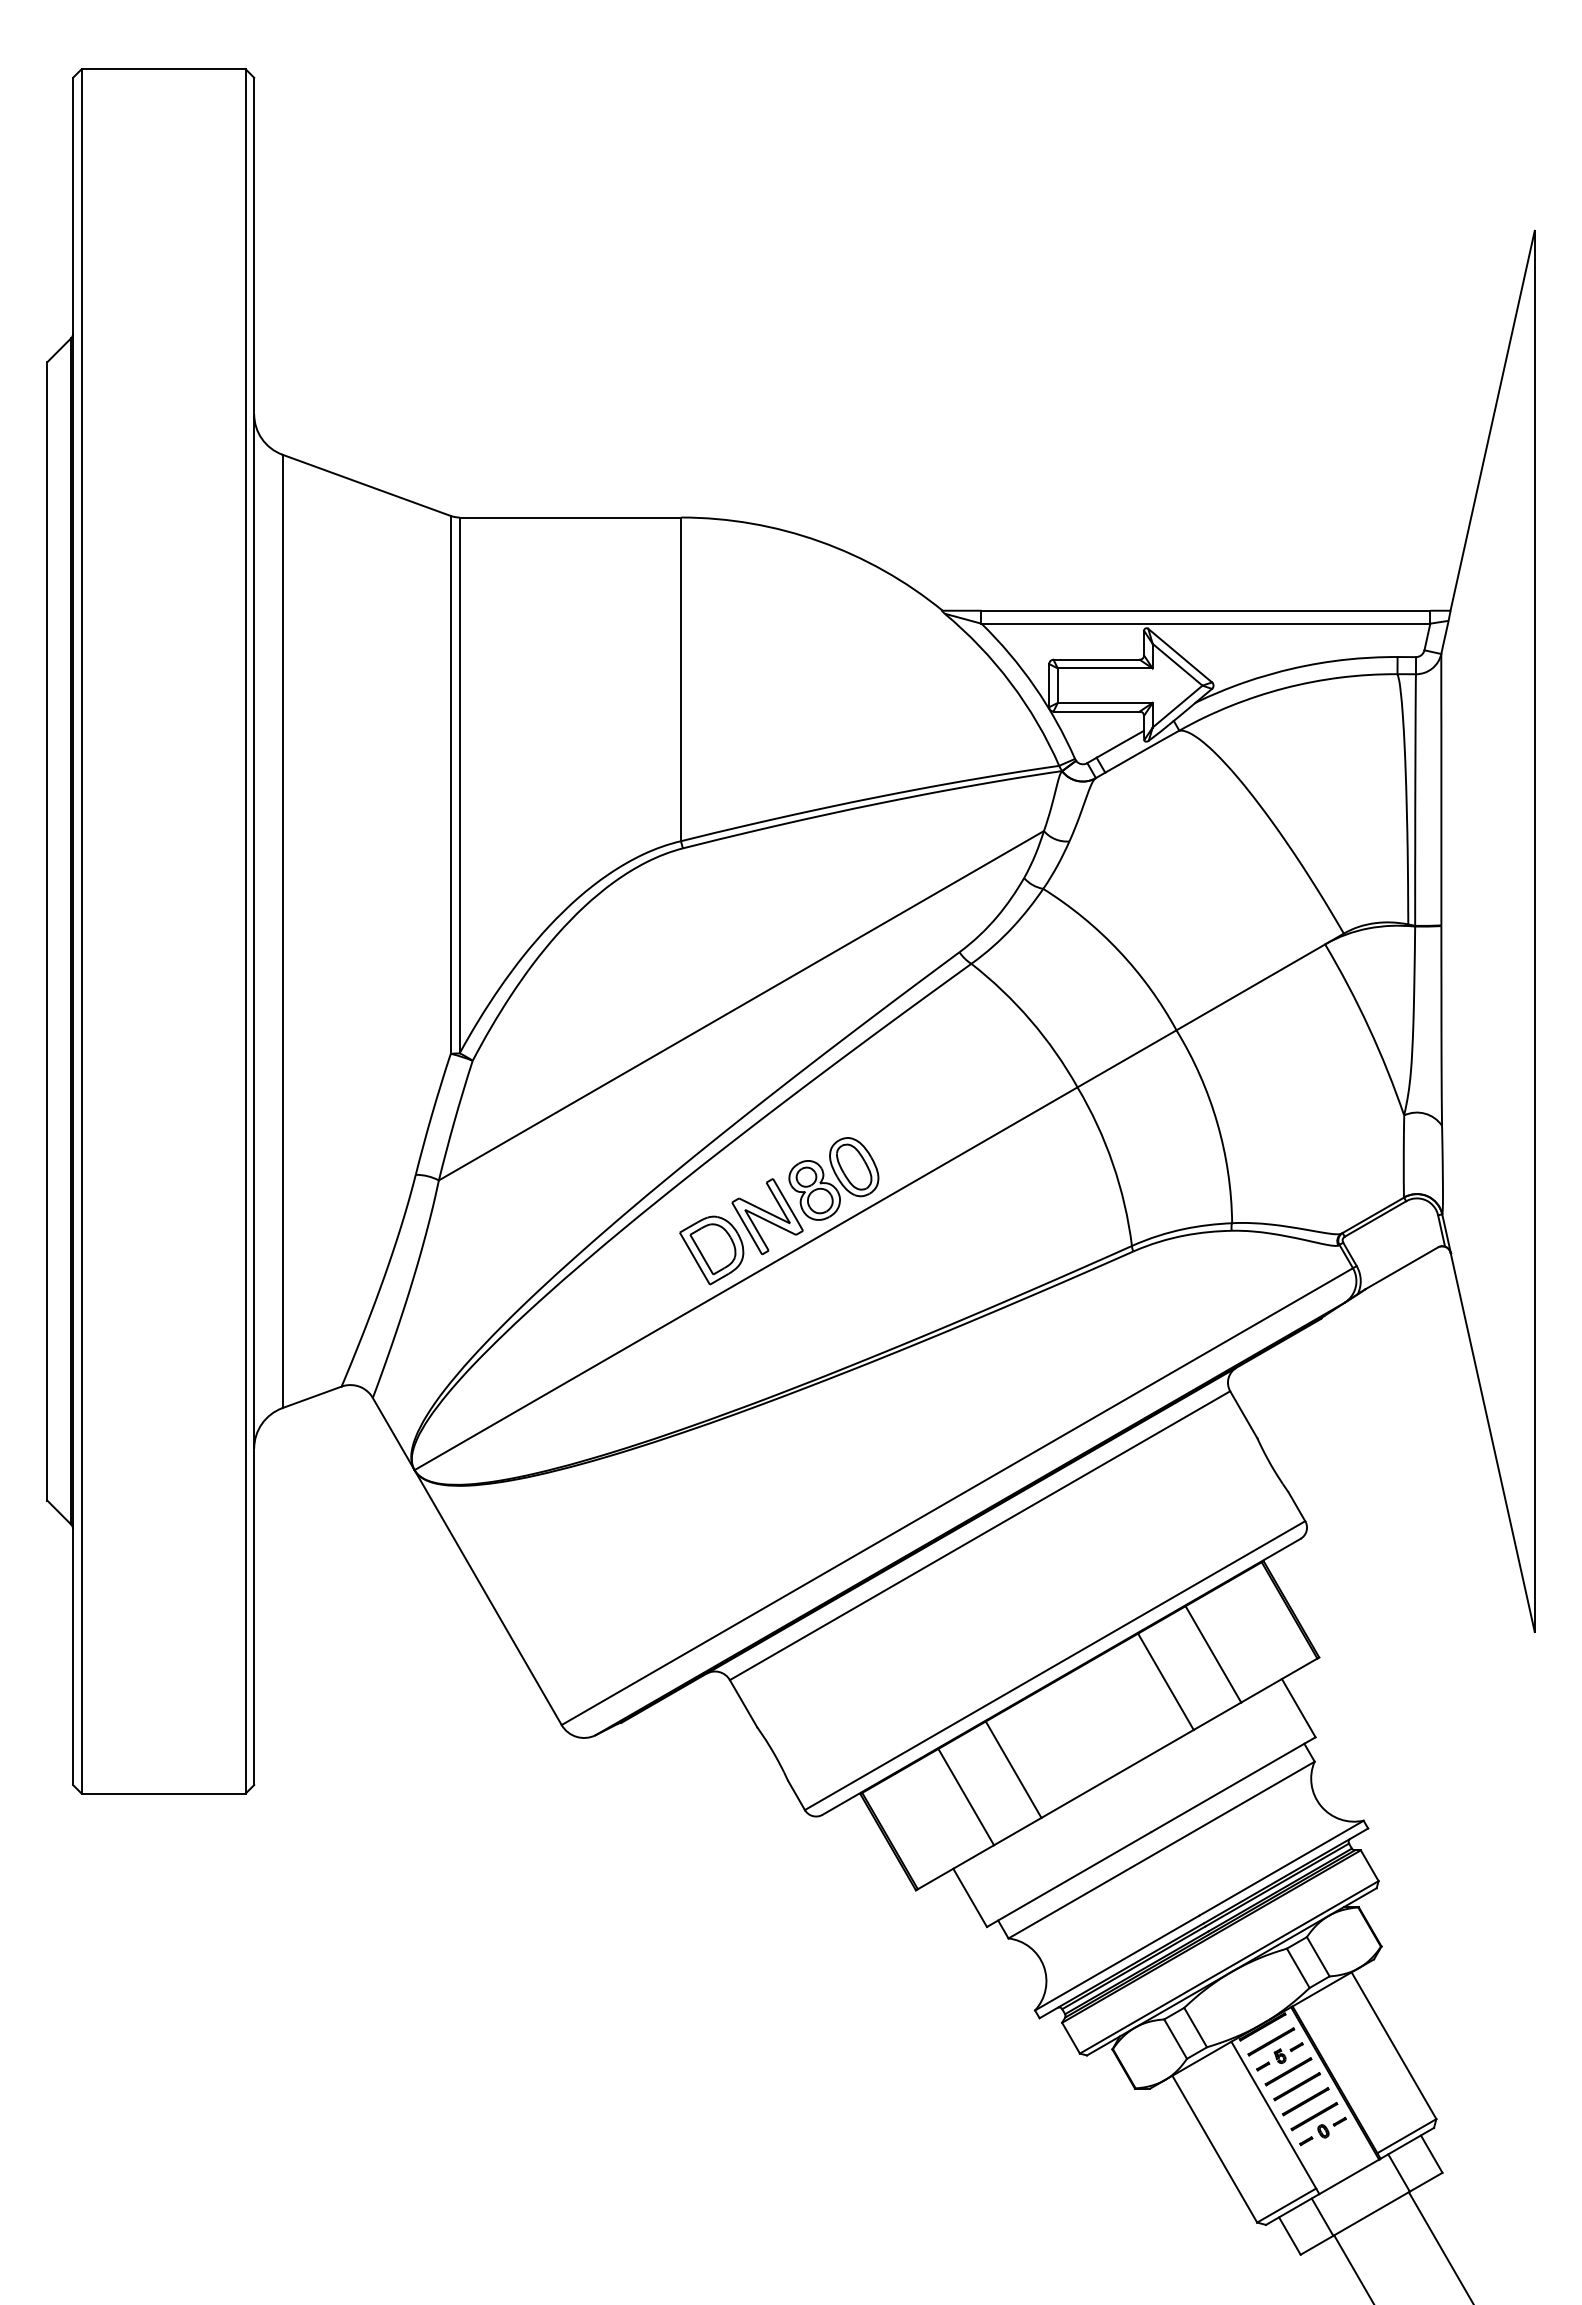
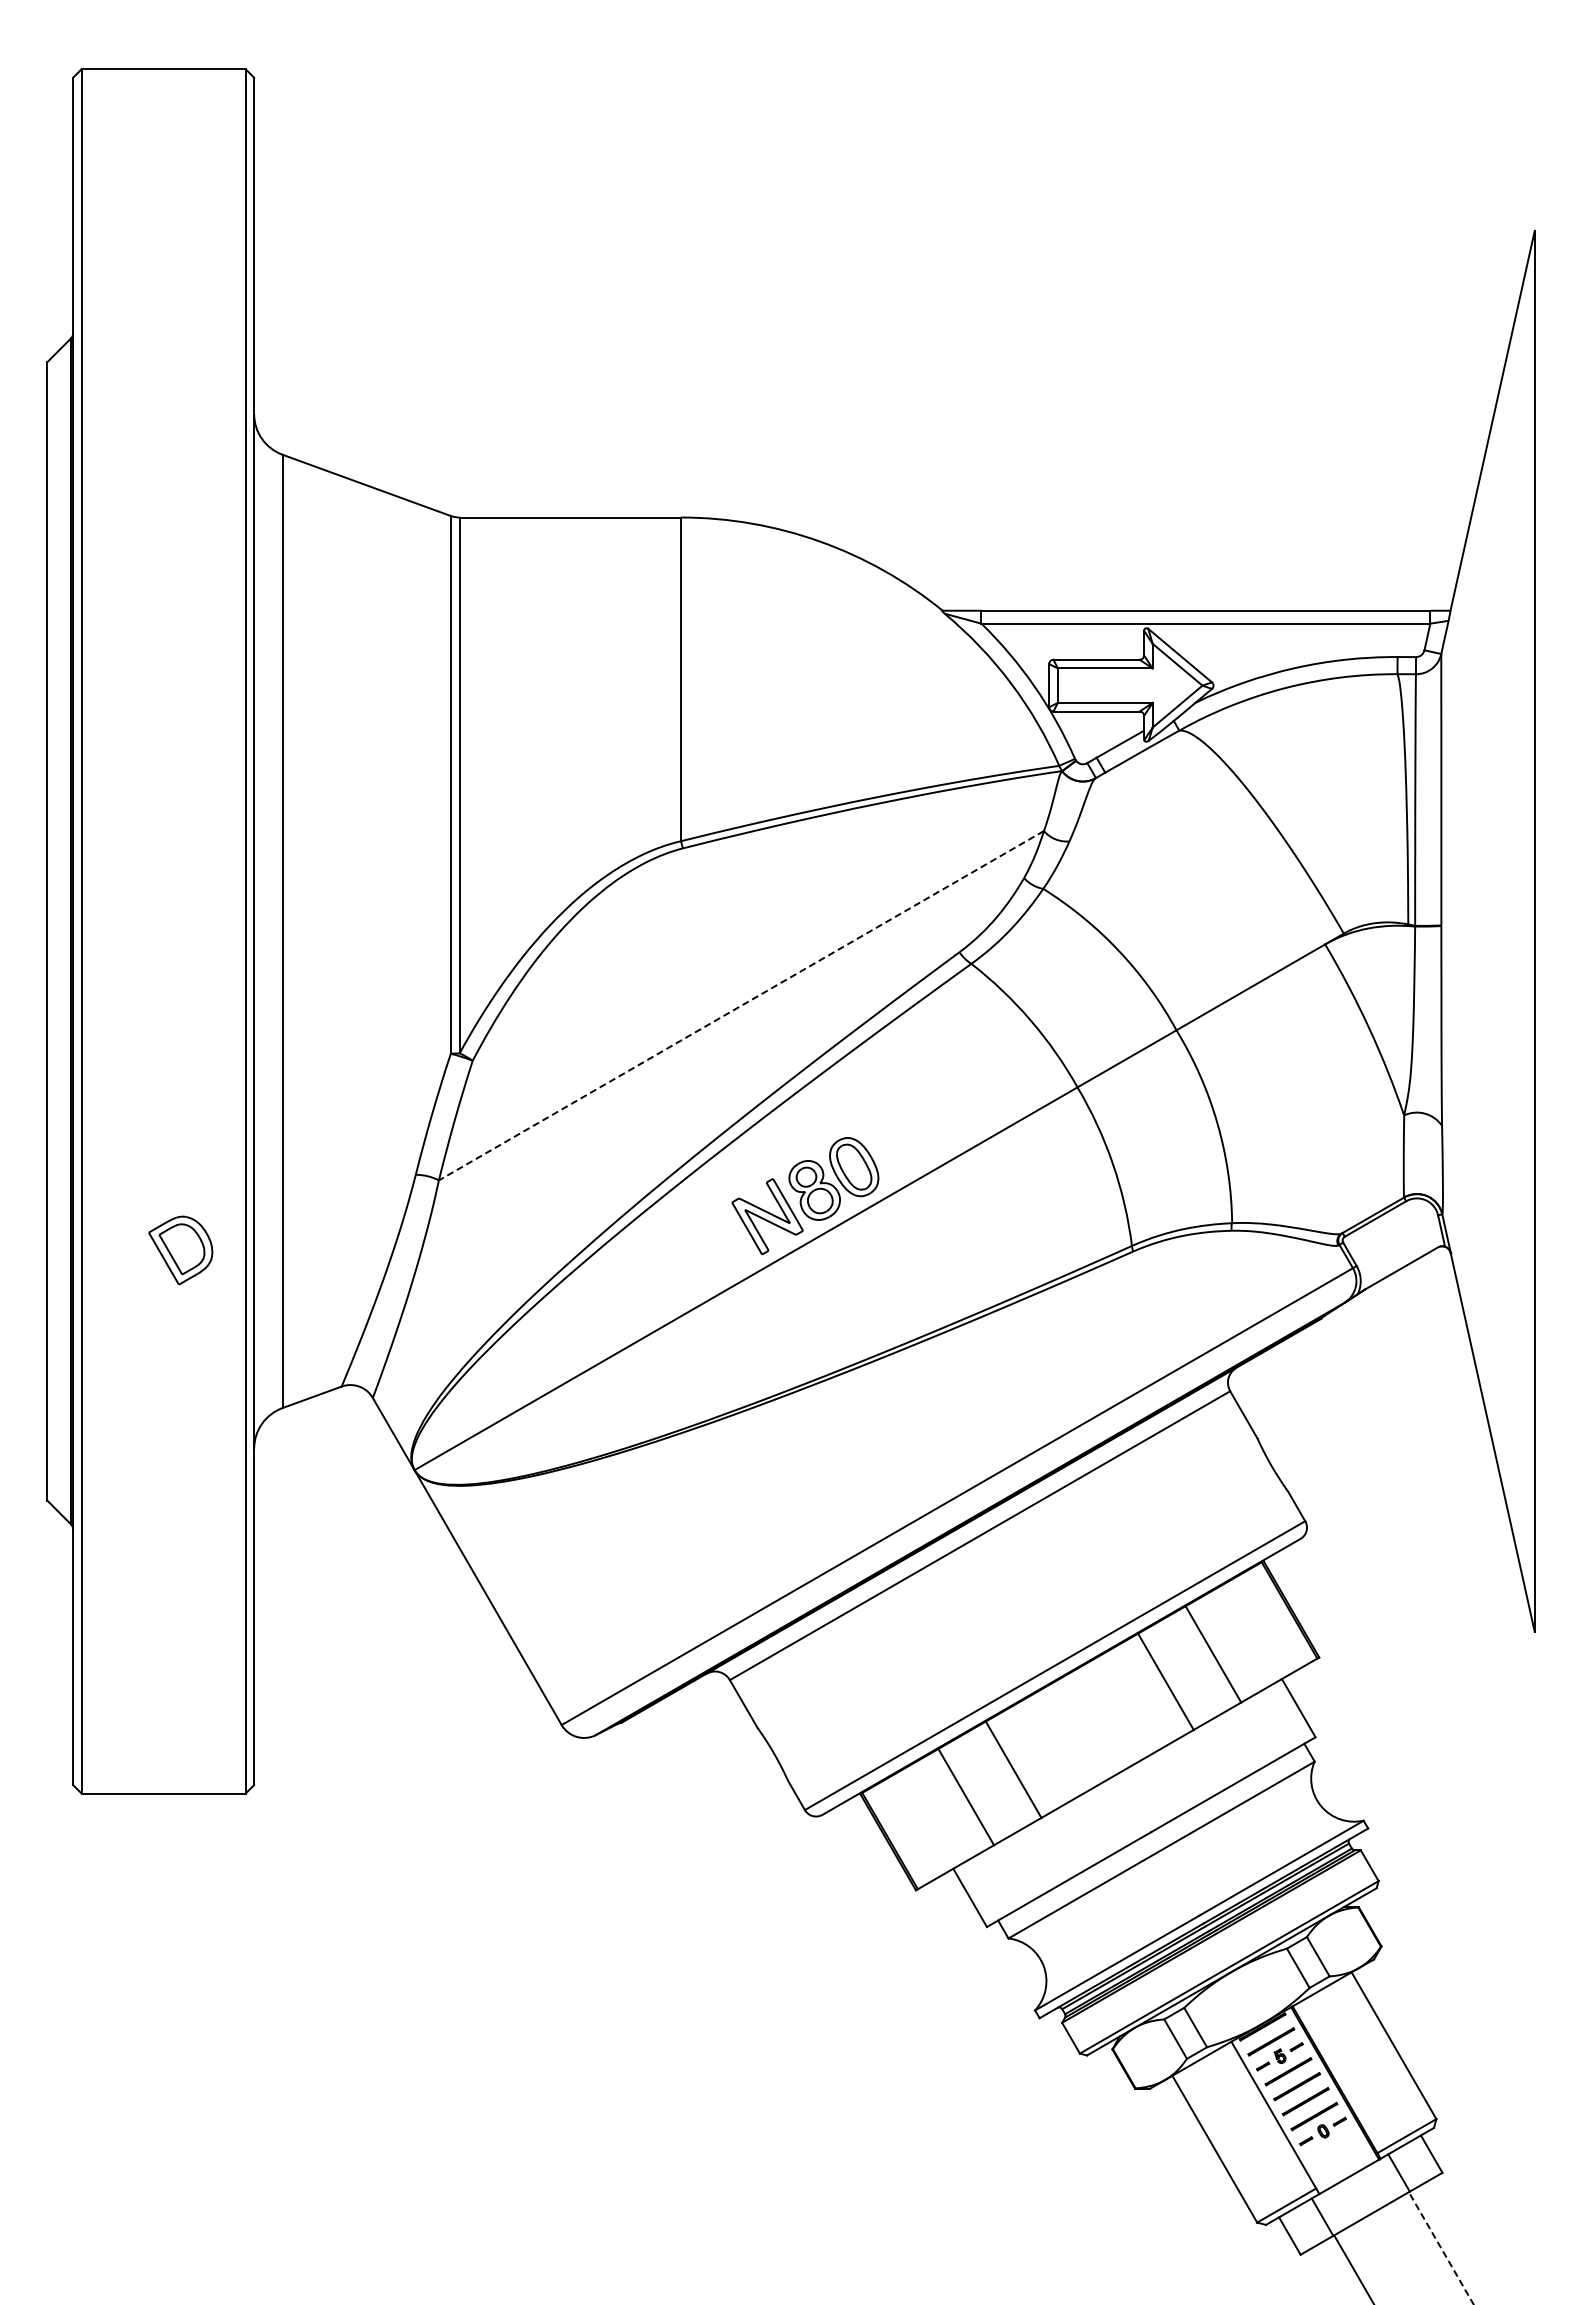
line at (740, 1005): solid -> dashed
part at (711, 1250) position: (711, 1250) -> (180, 1250)
line at (1441, 2248): solid -> dashed
